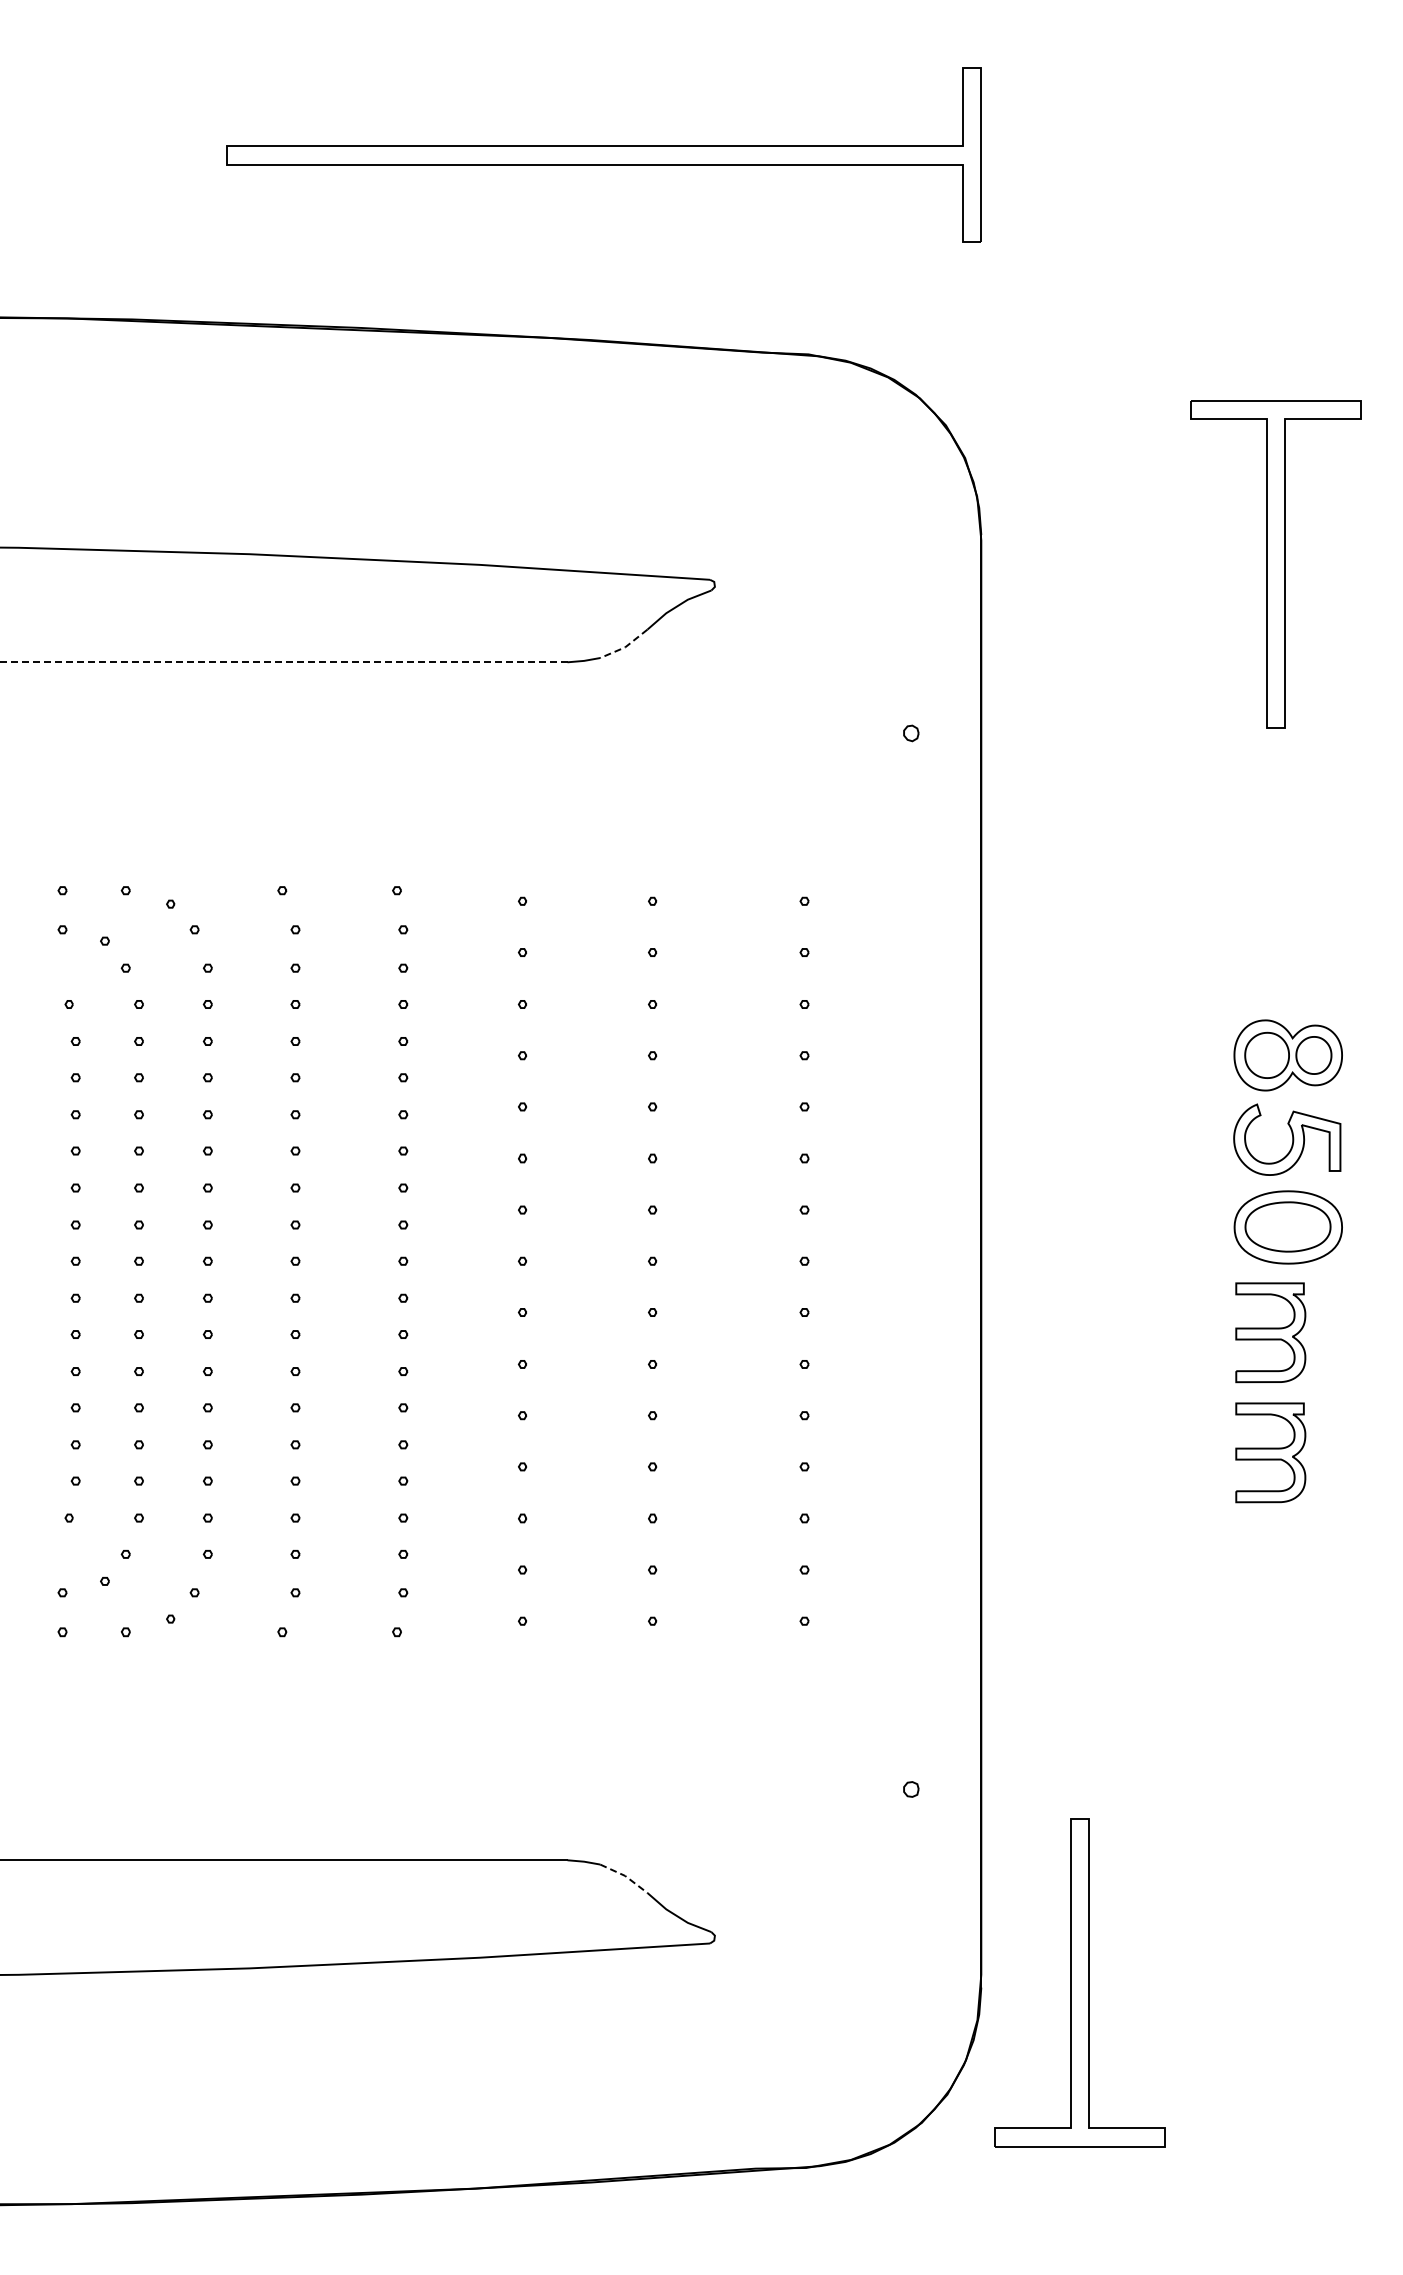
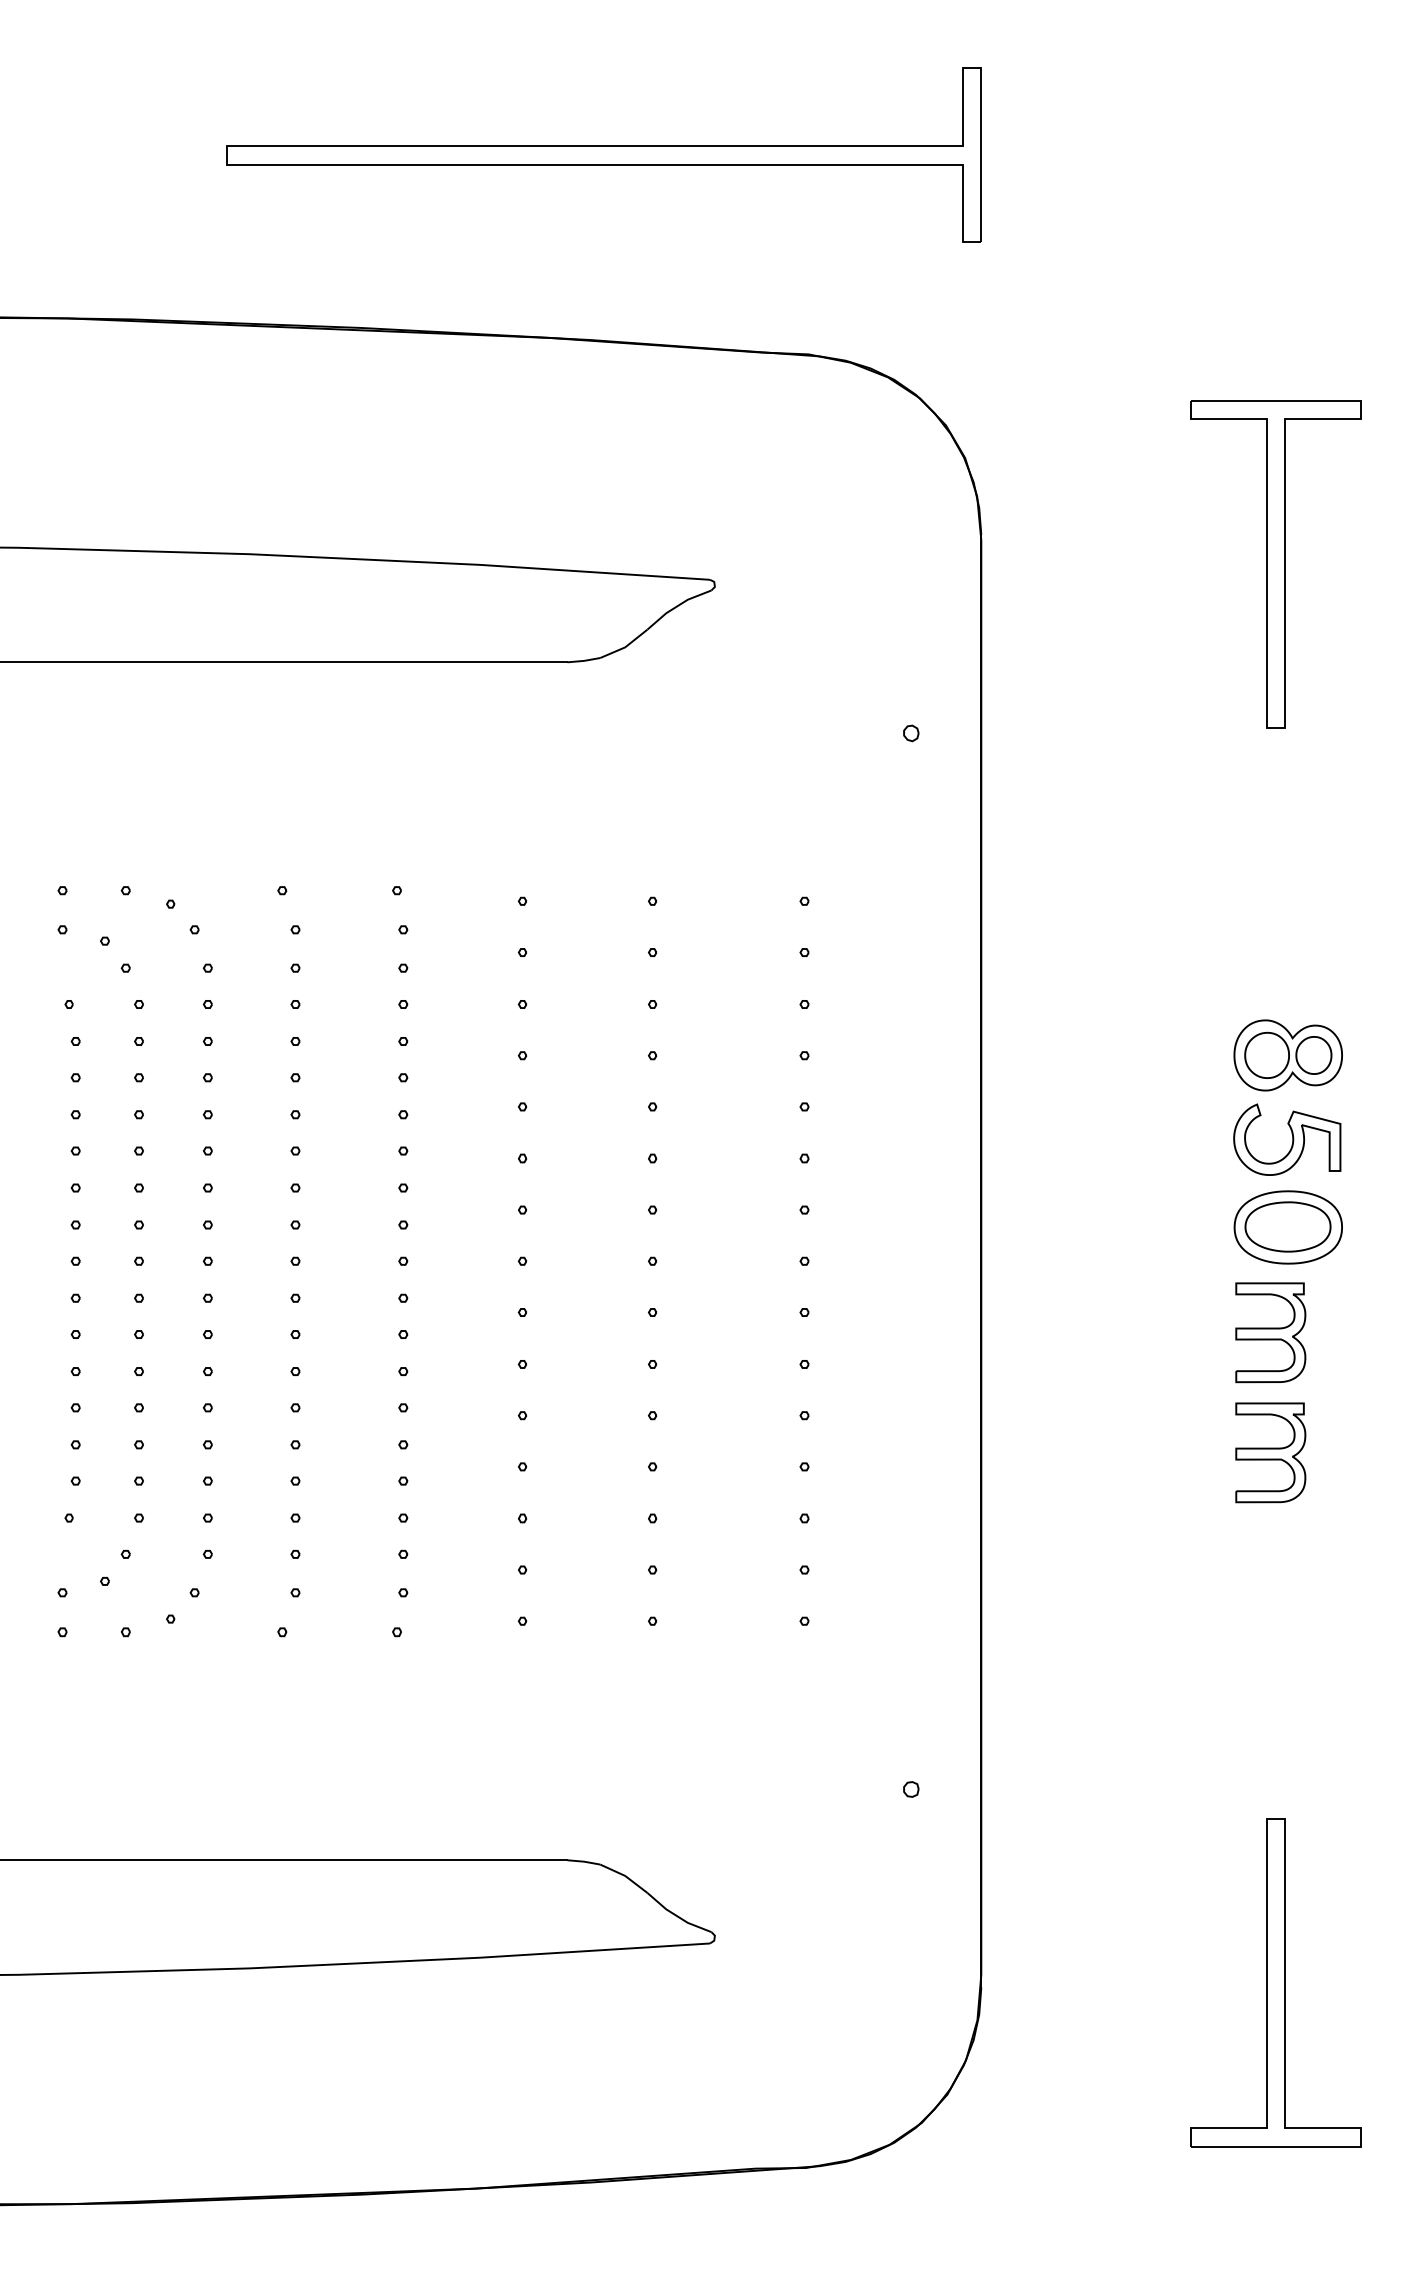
line at (625, 647): dashed -> solid
line at (283, 662): dashed -> solid
line at (625, 1875): dashed -> solid
part at (1079, 1982) position: (1079, 1982) -> (1275, 1982)
